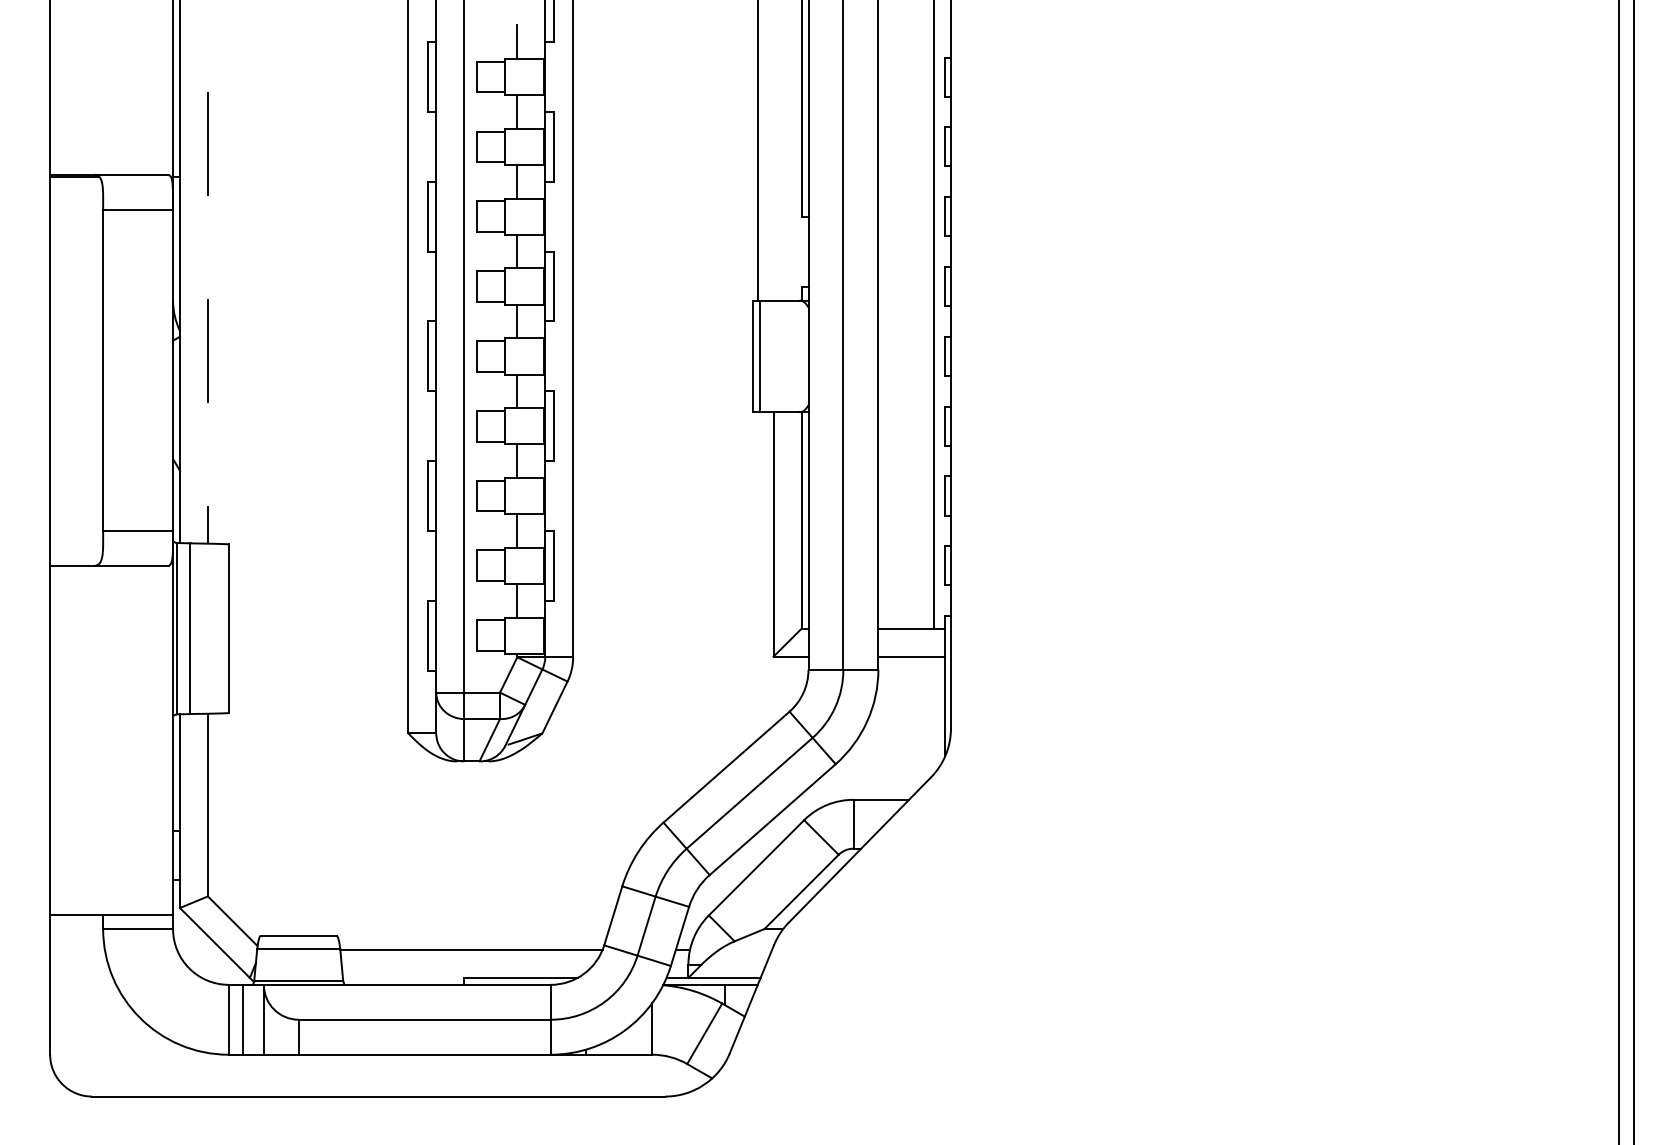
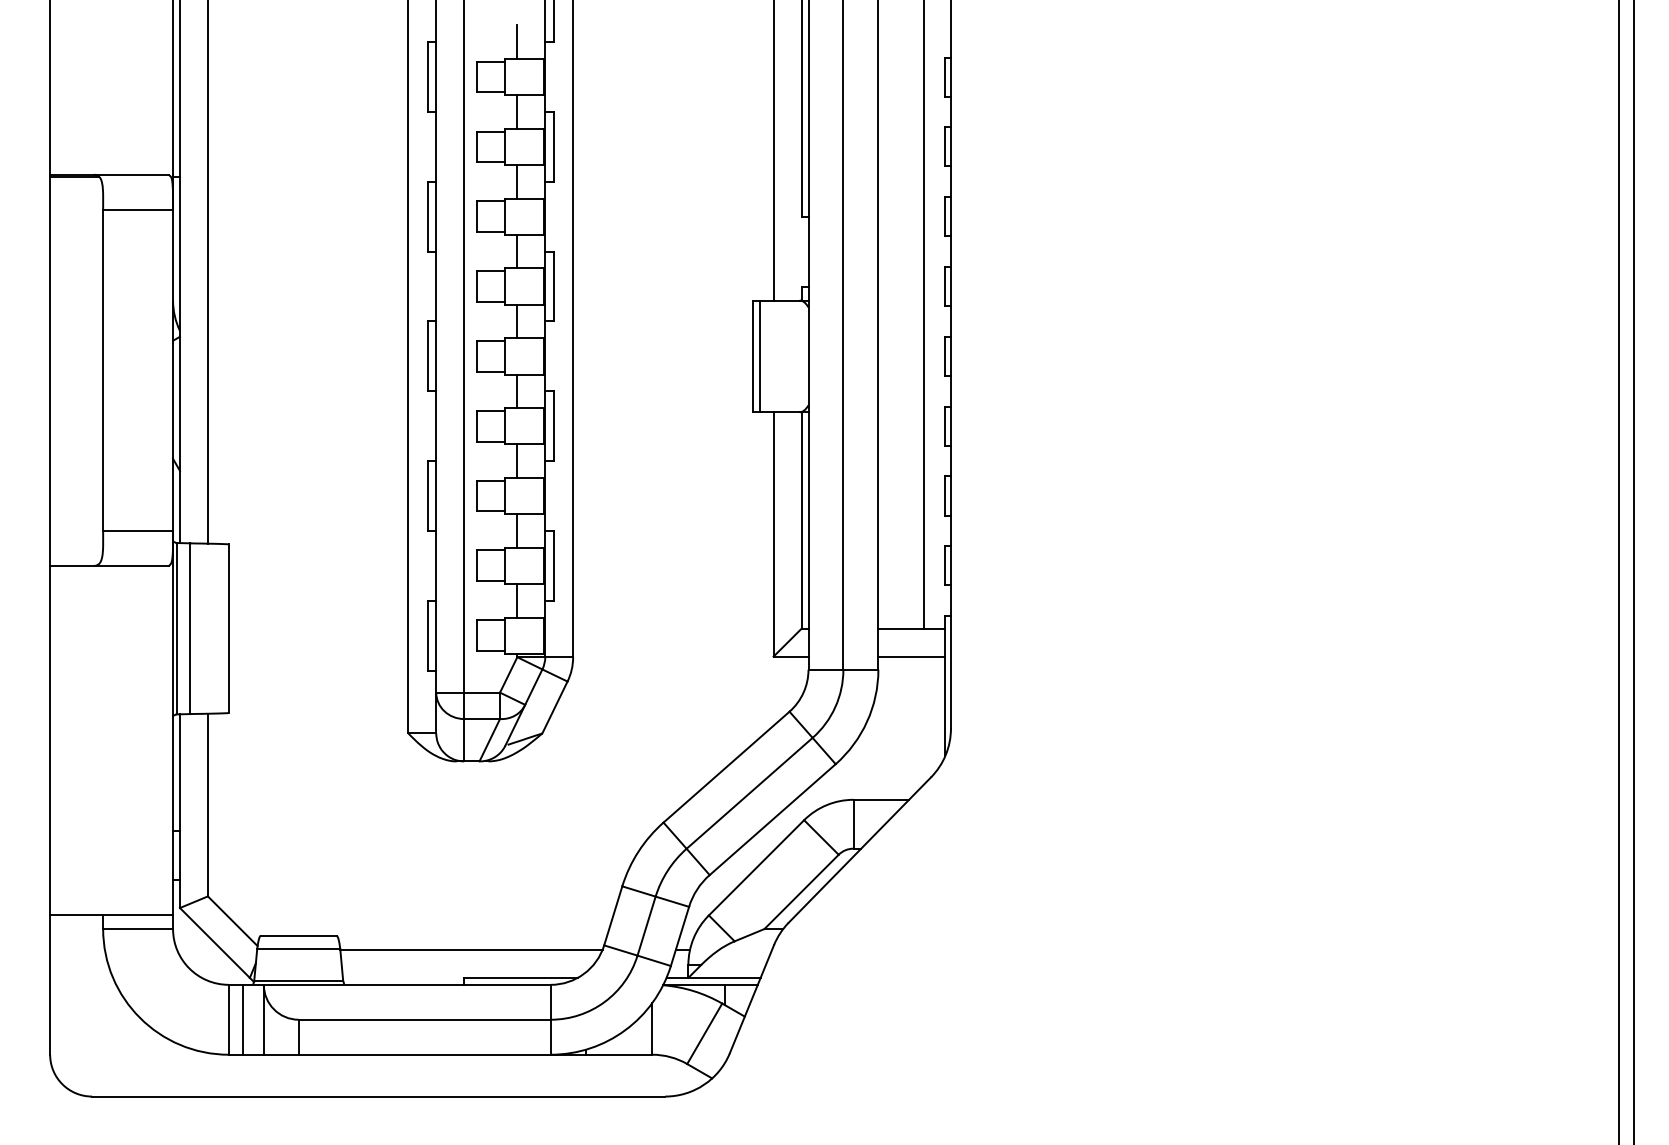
line at (757, 151) position: (757, 151) -> (773, 151)
line at (207, 272): dashed -> solid
line at (934, 315) position: (934, 315) -> (924, 315)
